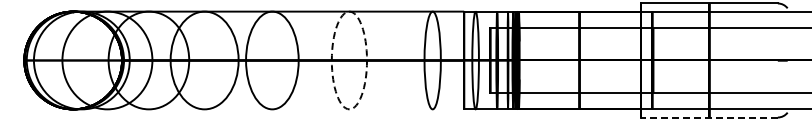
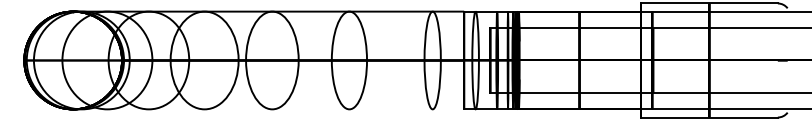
circle at (349, 60): dashed -> solid
line at (708, 117): dashed -> solid
